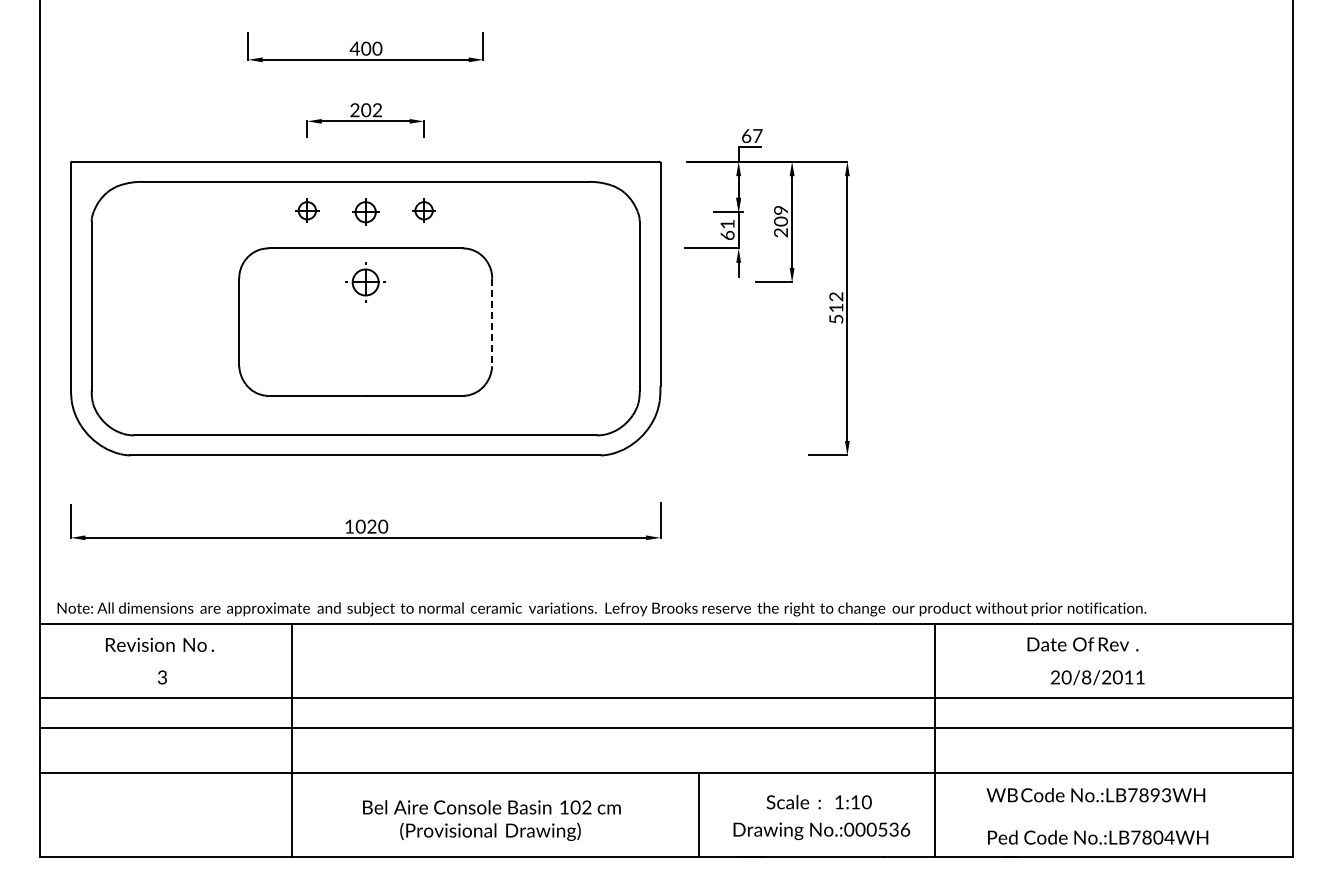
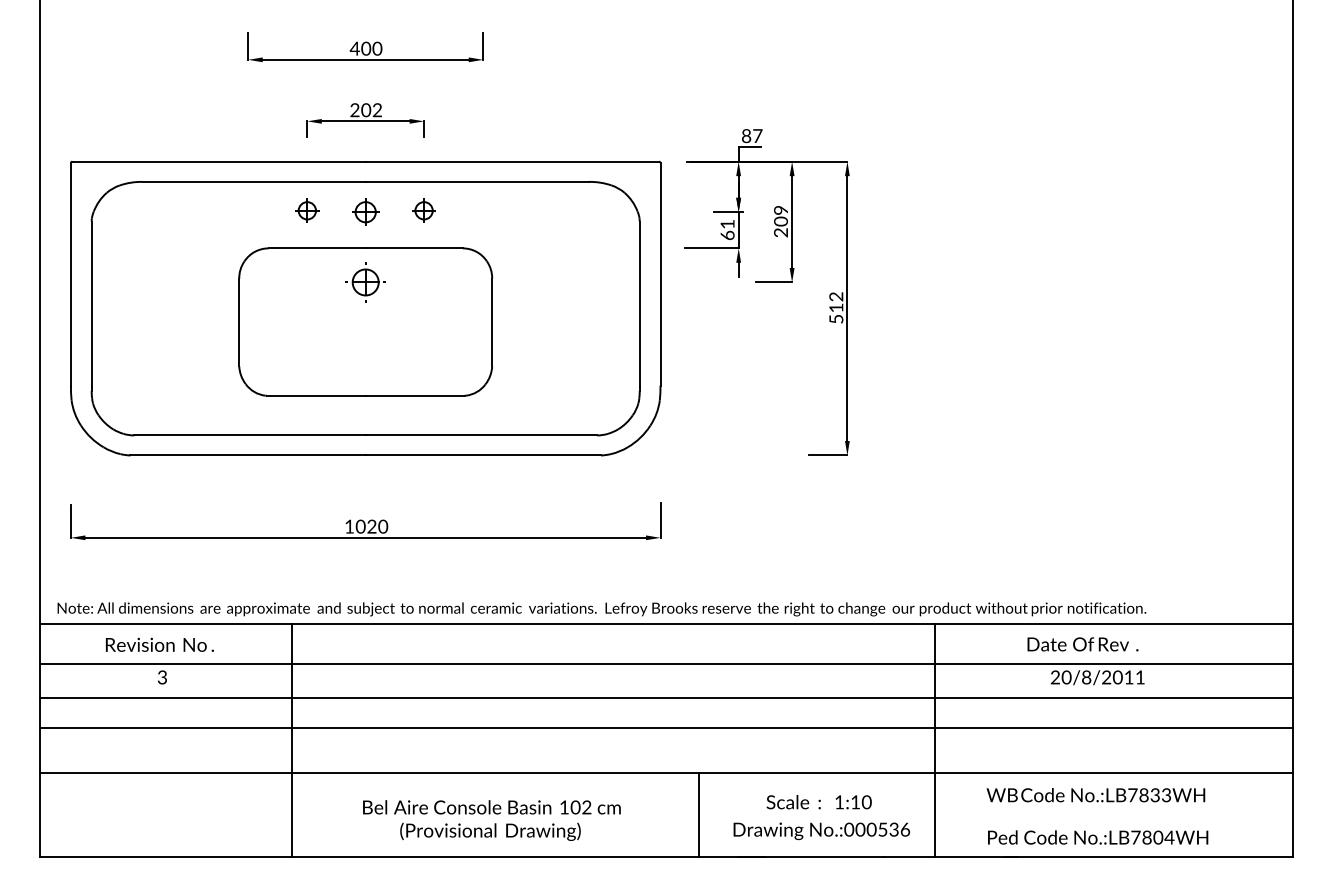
text at (746, 135): 67 -> 87
line at (492, 322): dashed -> solid
line at (666, 663): none -> present
text at (1154, 795): No.:LB7893WH -> No.:LB7833WH
